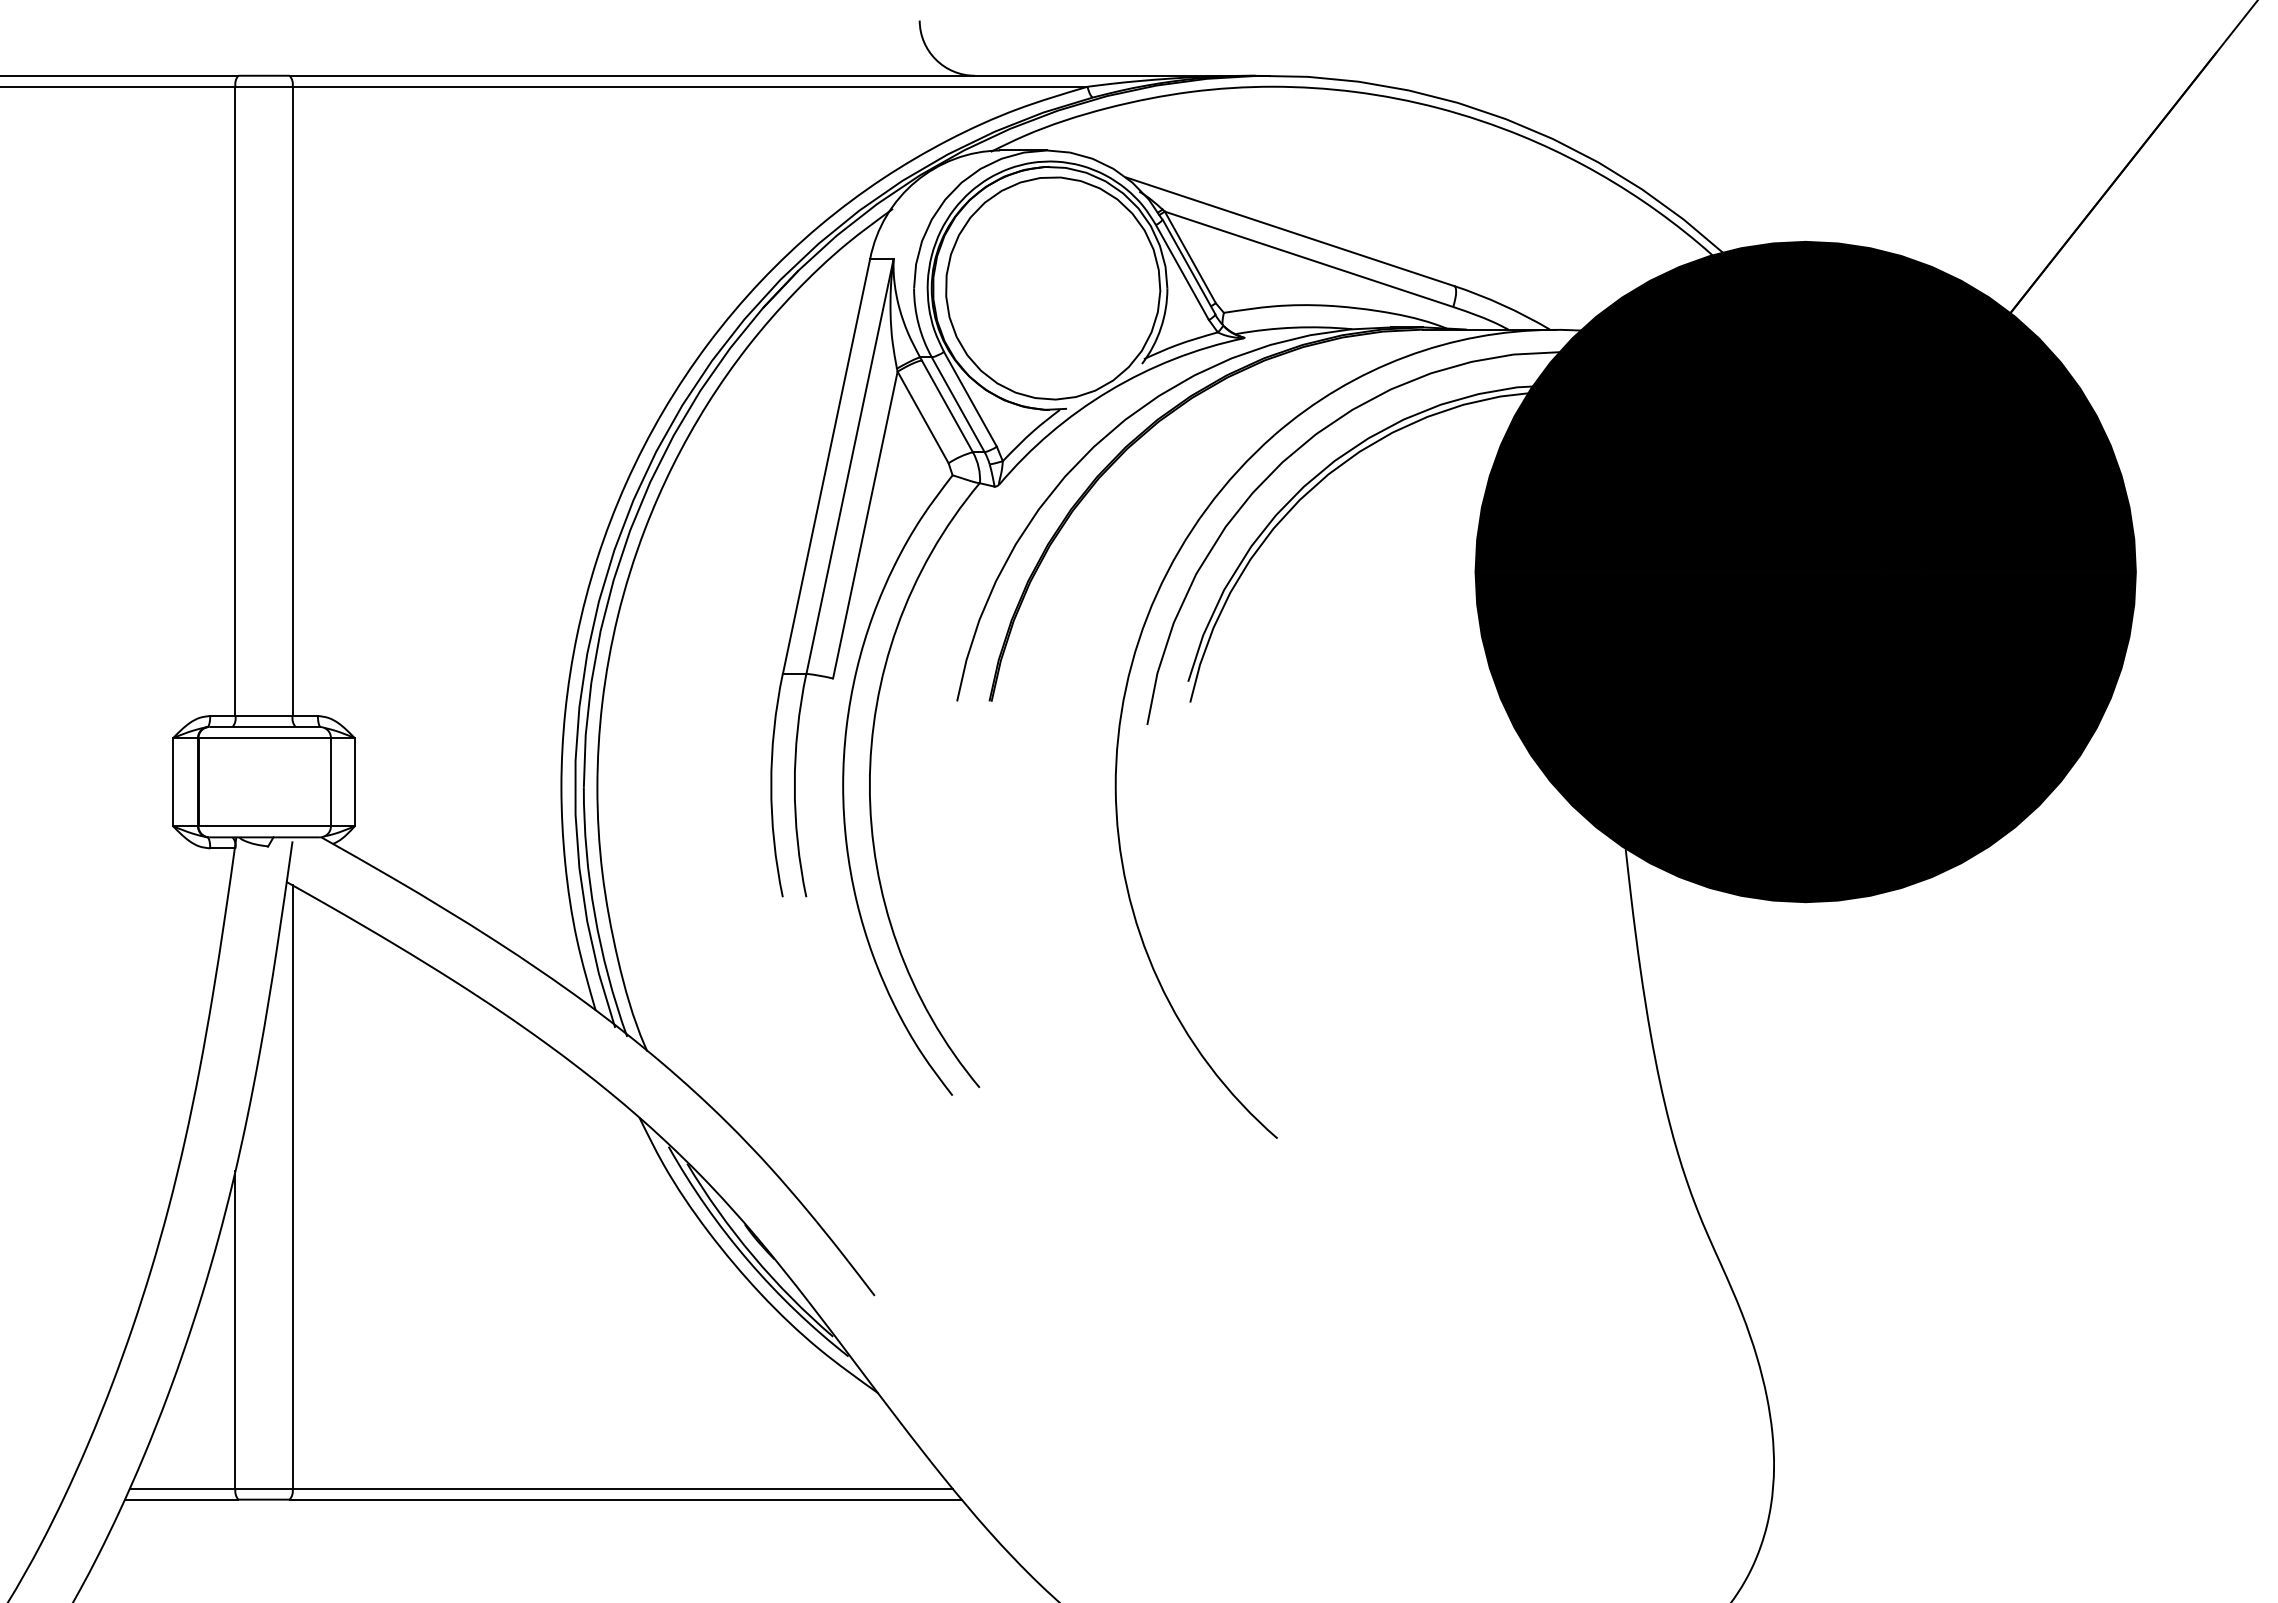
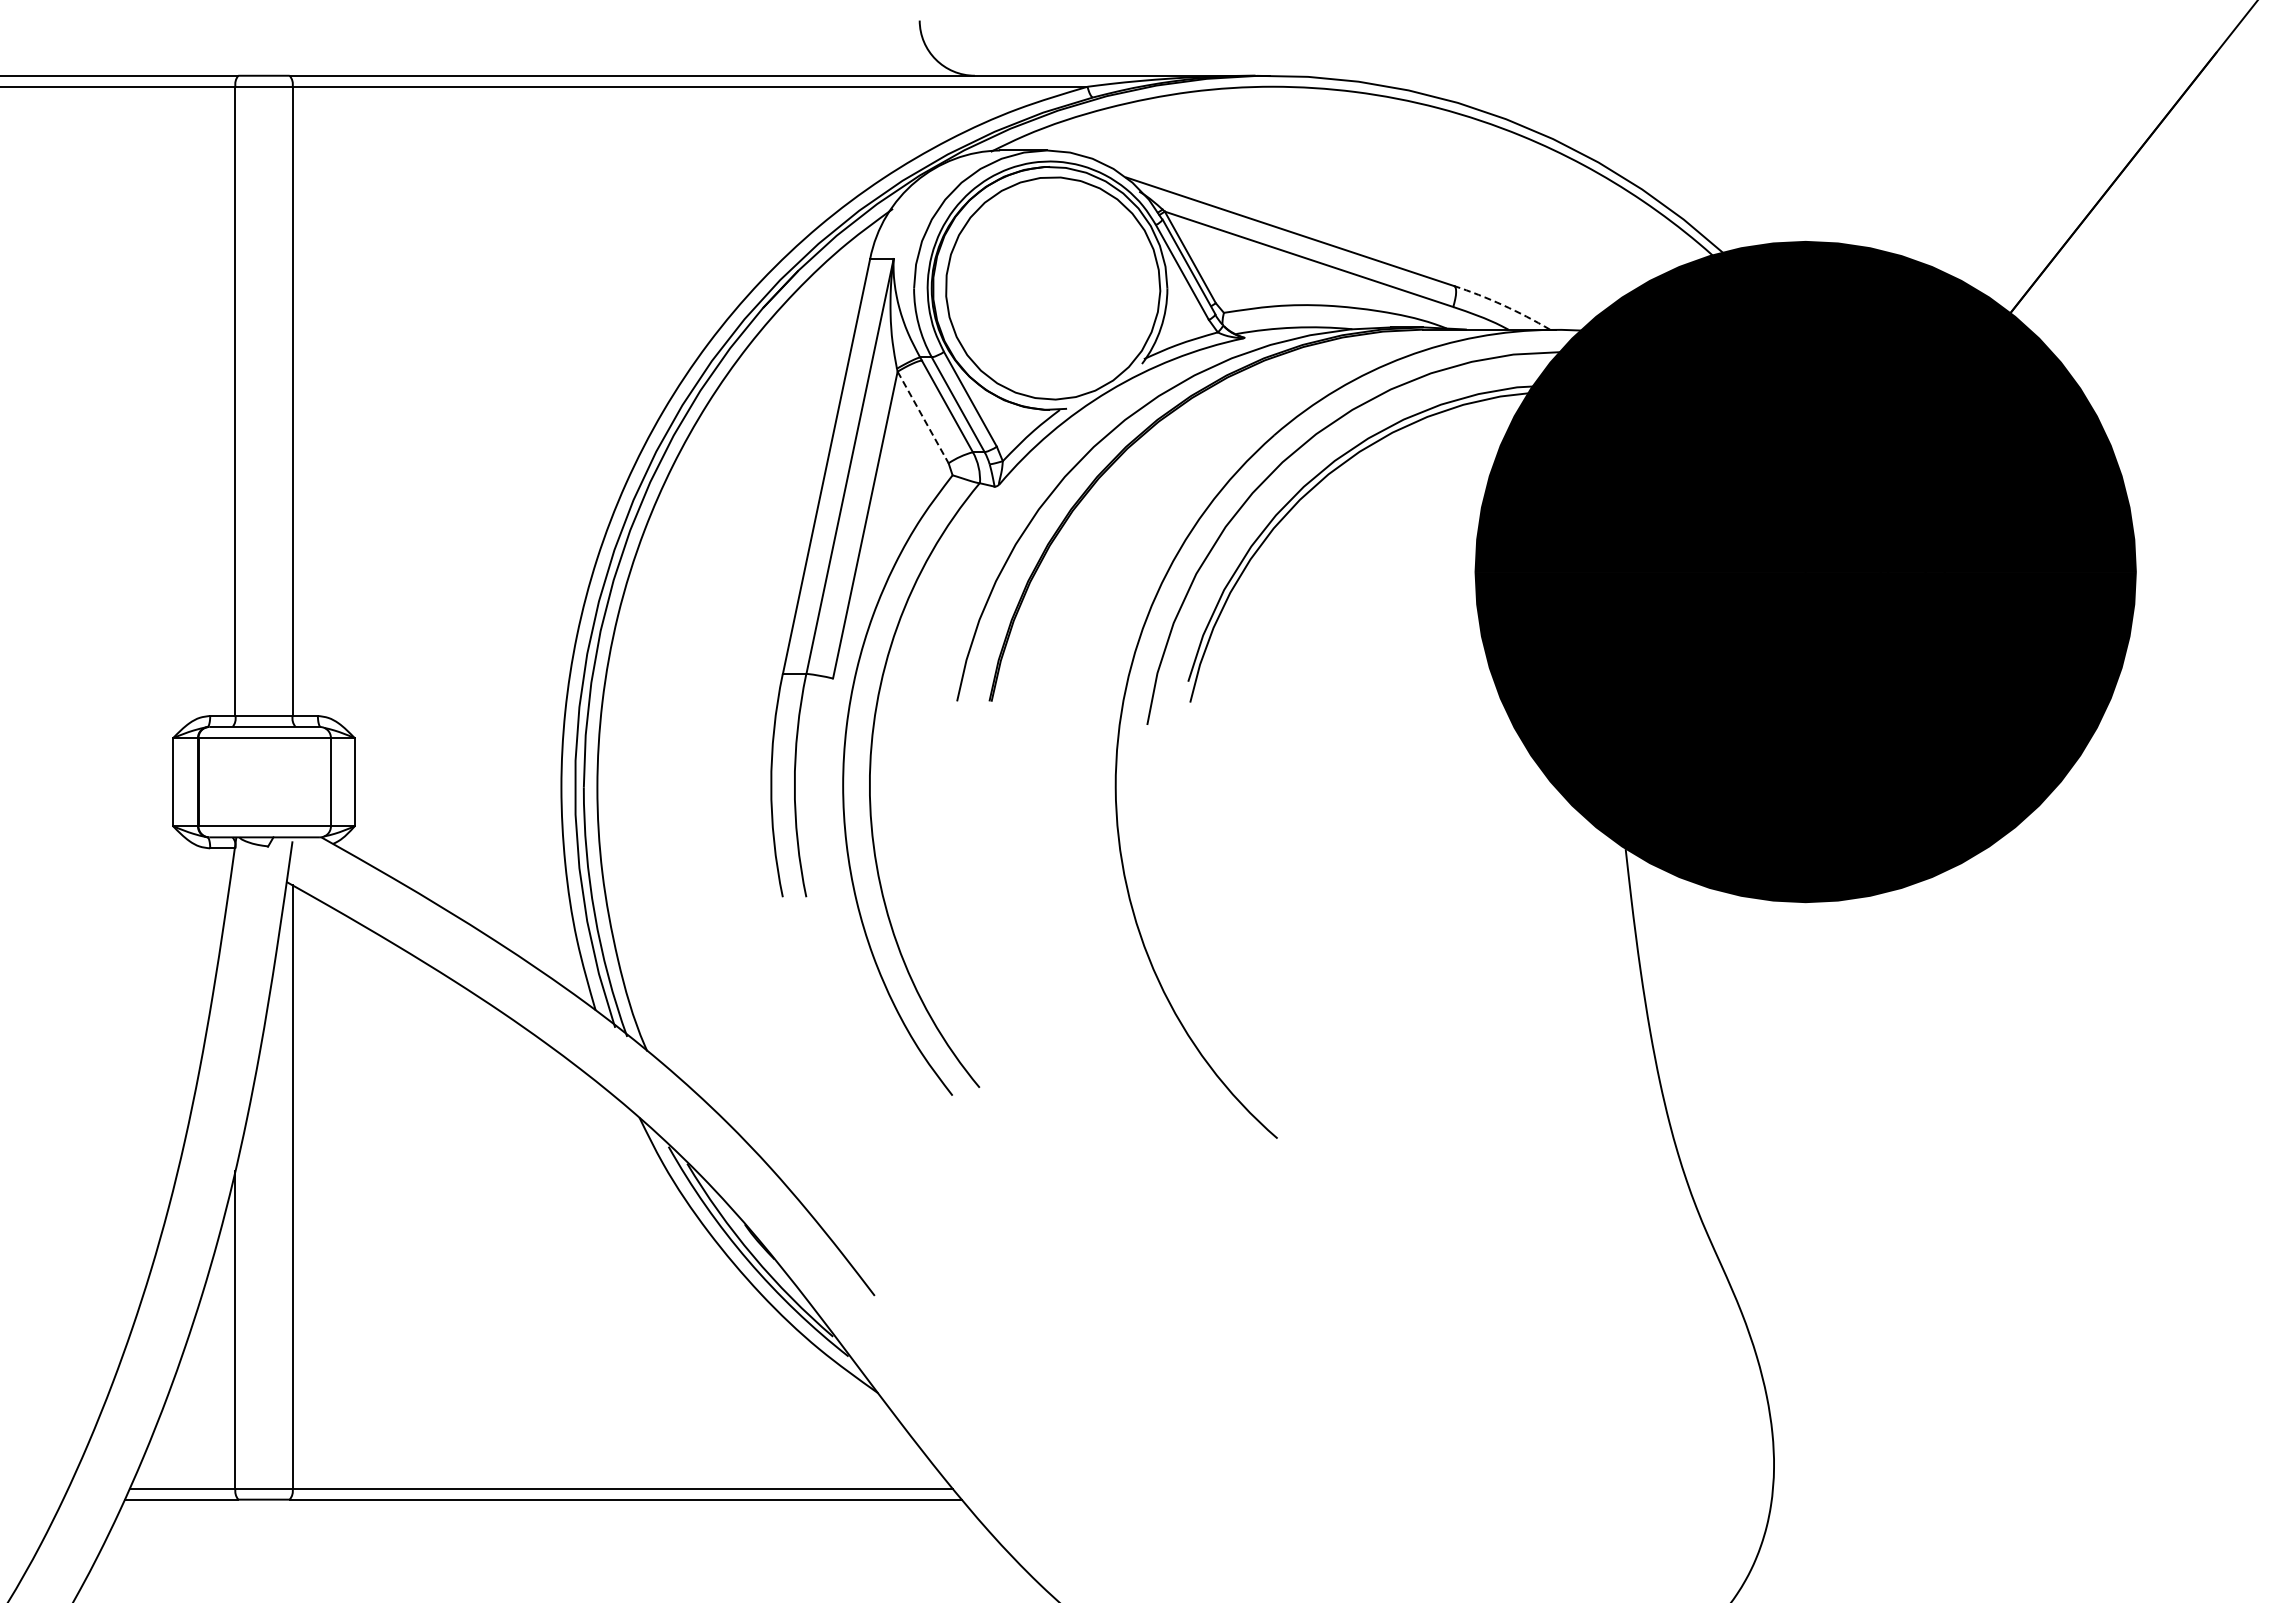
arc at (1503, 305): solid -> dashed
line at (923, 417): solid -> dashed
